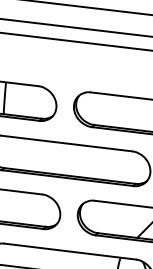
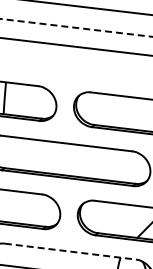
line at (76, 27): solid -> dashed
line at (75, 41) position: (75, 41) -> (75, 46)
line at (70, 251): solid -> dashed
